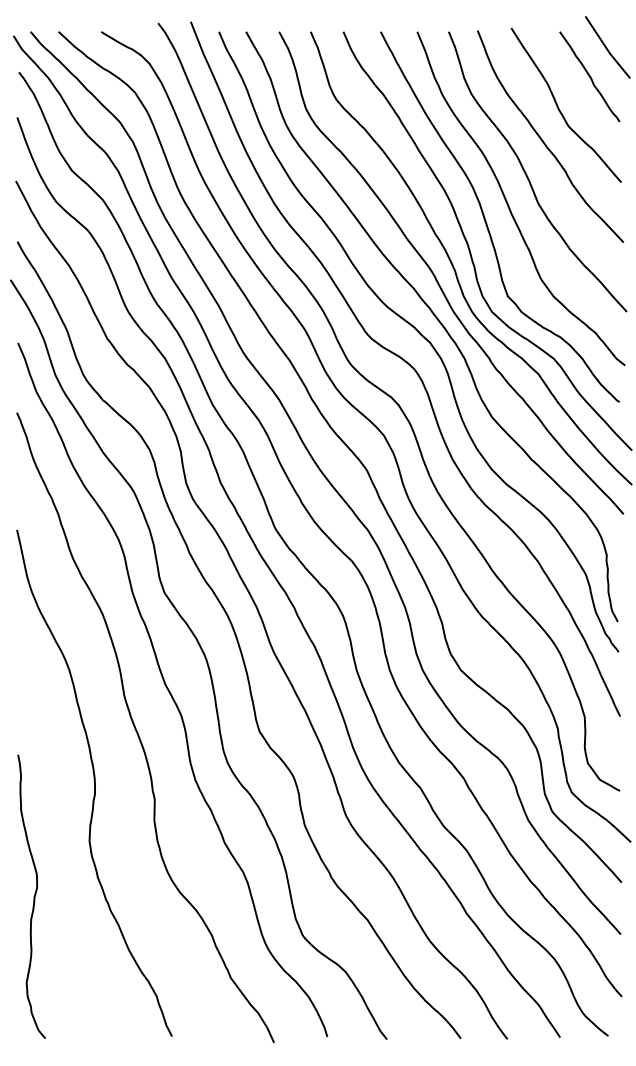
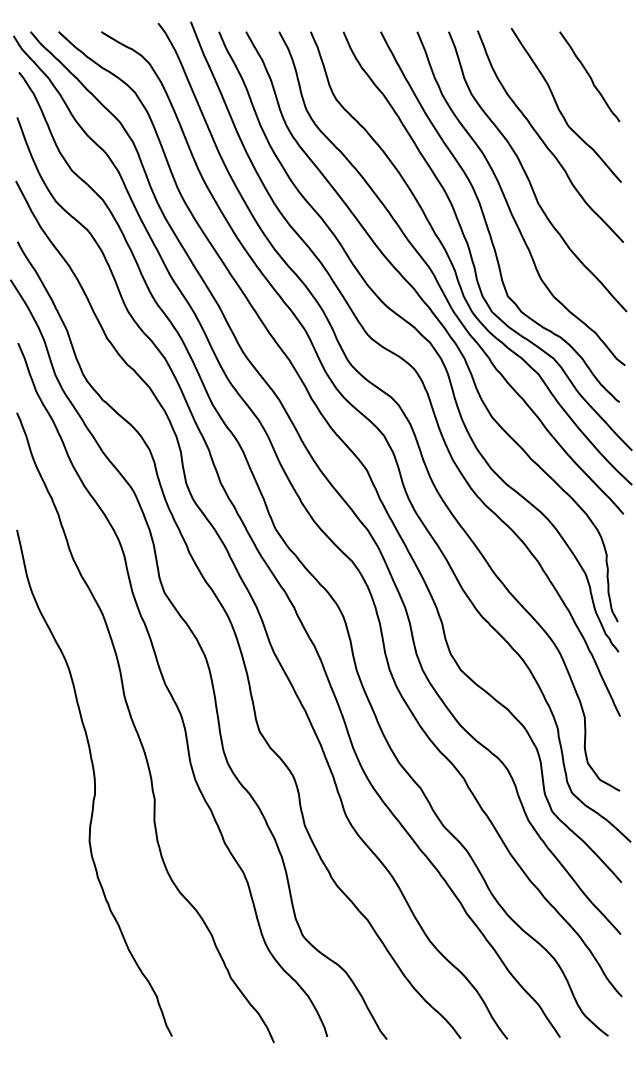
line at (607, 47): present -> none
curve at (33, 896): present -> none
